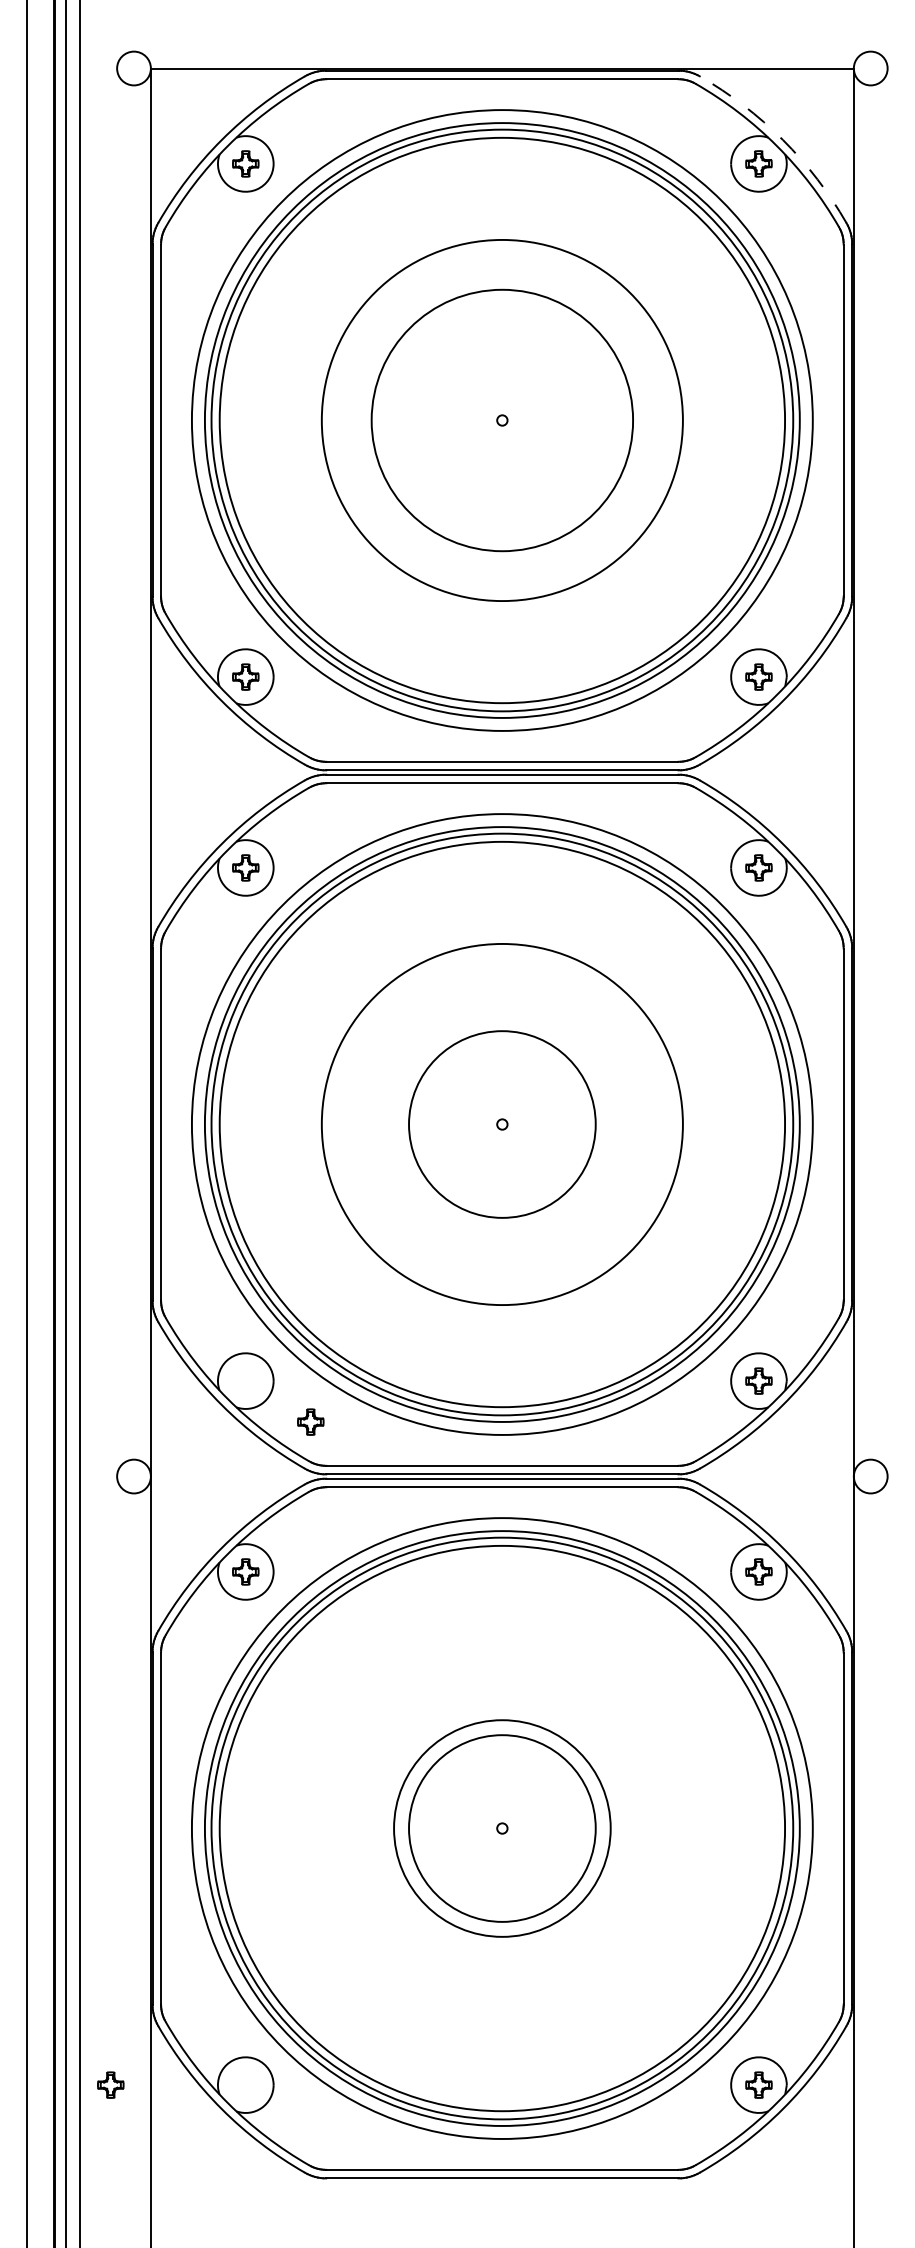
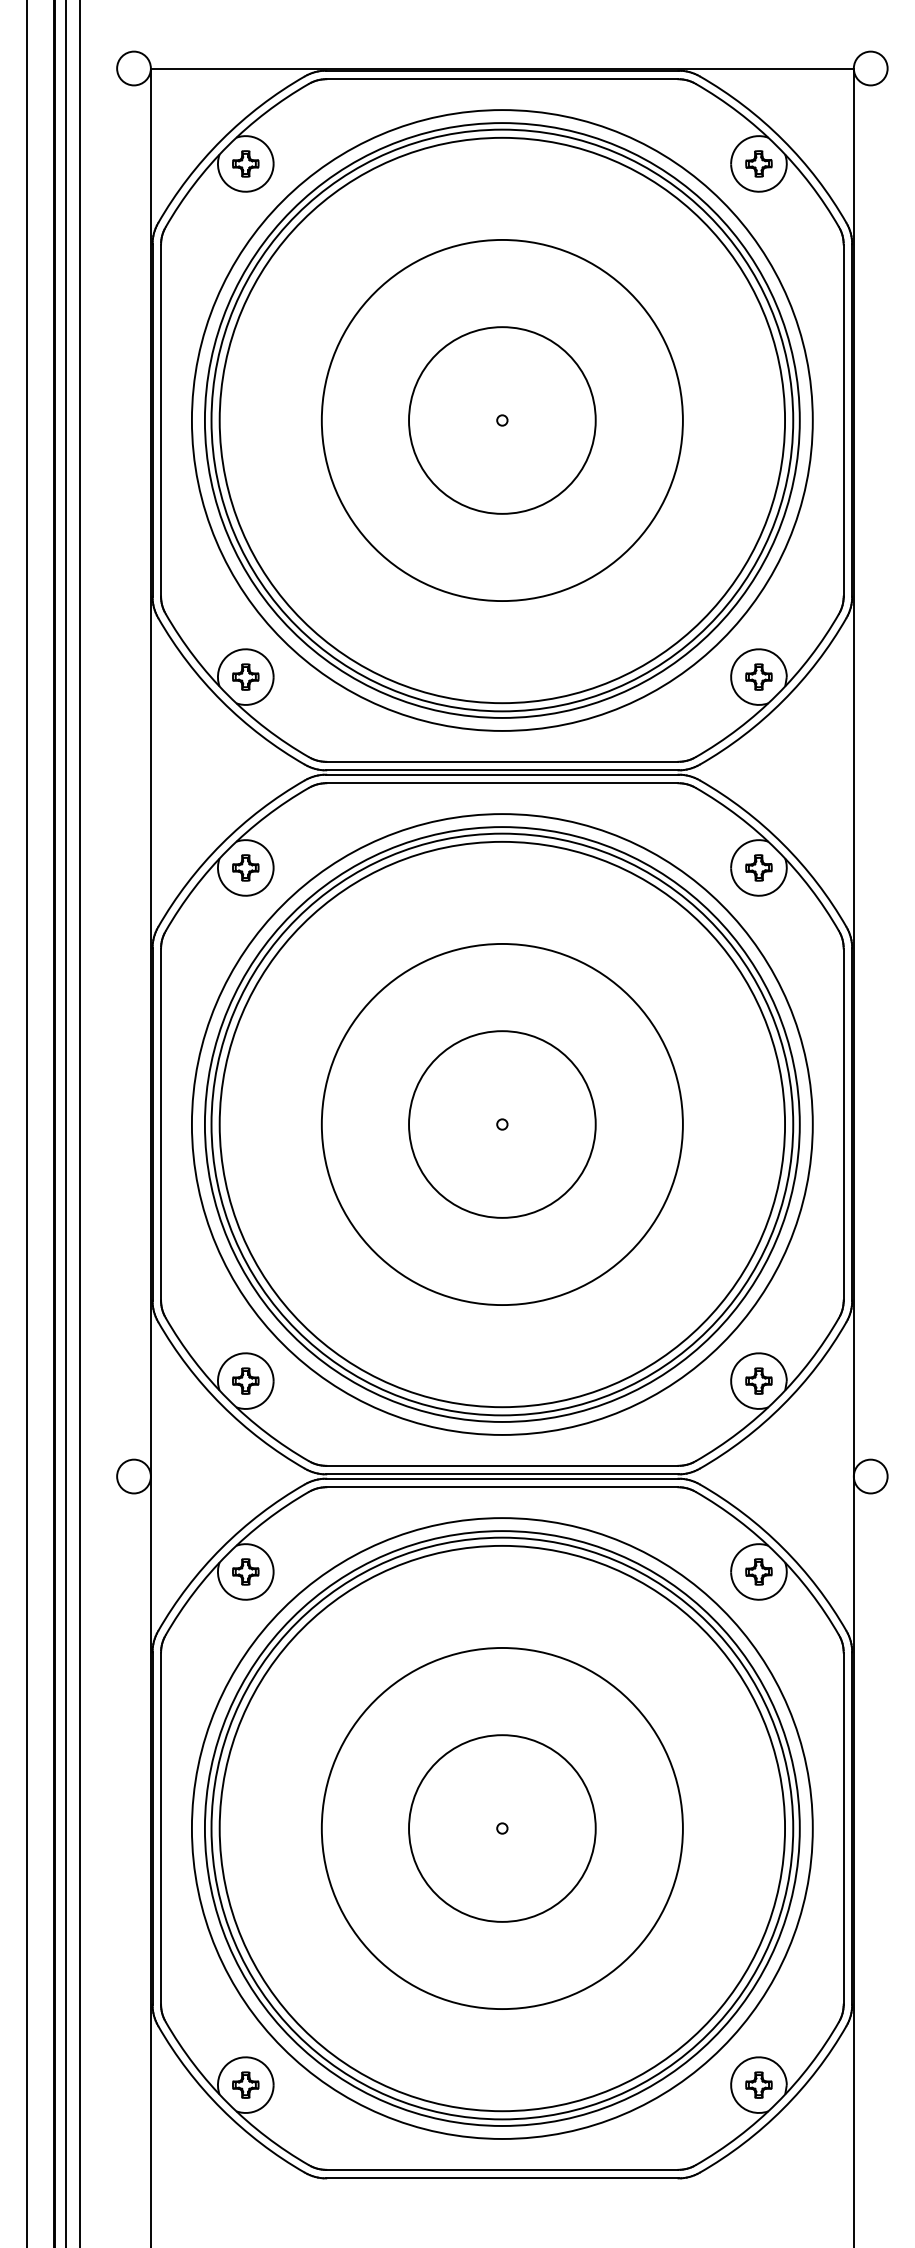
arc at (782, 139): dashed -> solid
circle at (502, 420) diameter: 261 px -> 187 px
part at (310, 1421) position: (310, 1421) -> (245, 1380)
circle at (502, 1828) diameter: 217 px -> 361 px
part at (110, 2084) position: (110, 2084) -> (245, 2084)
